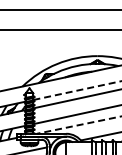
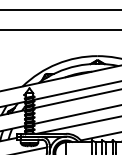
line at (77, 90): dashed -> solid
line at (78, 125): dashed -> solid
